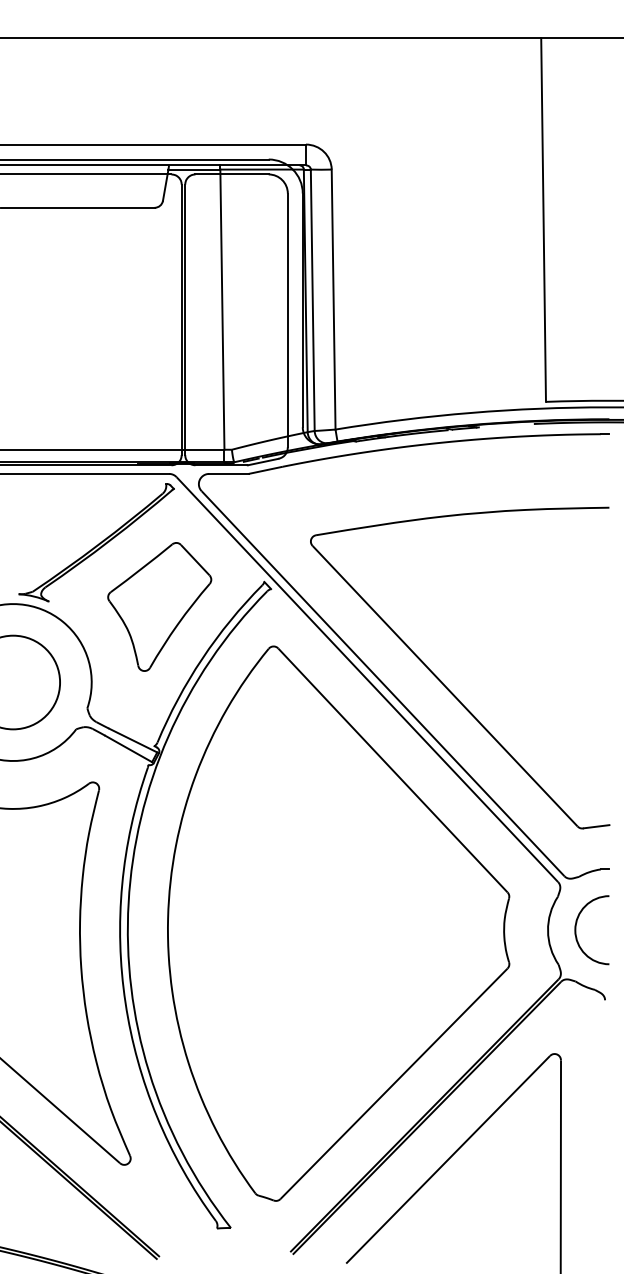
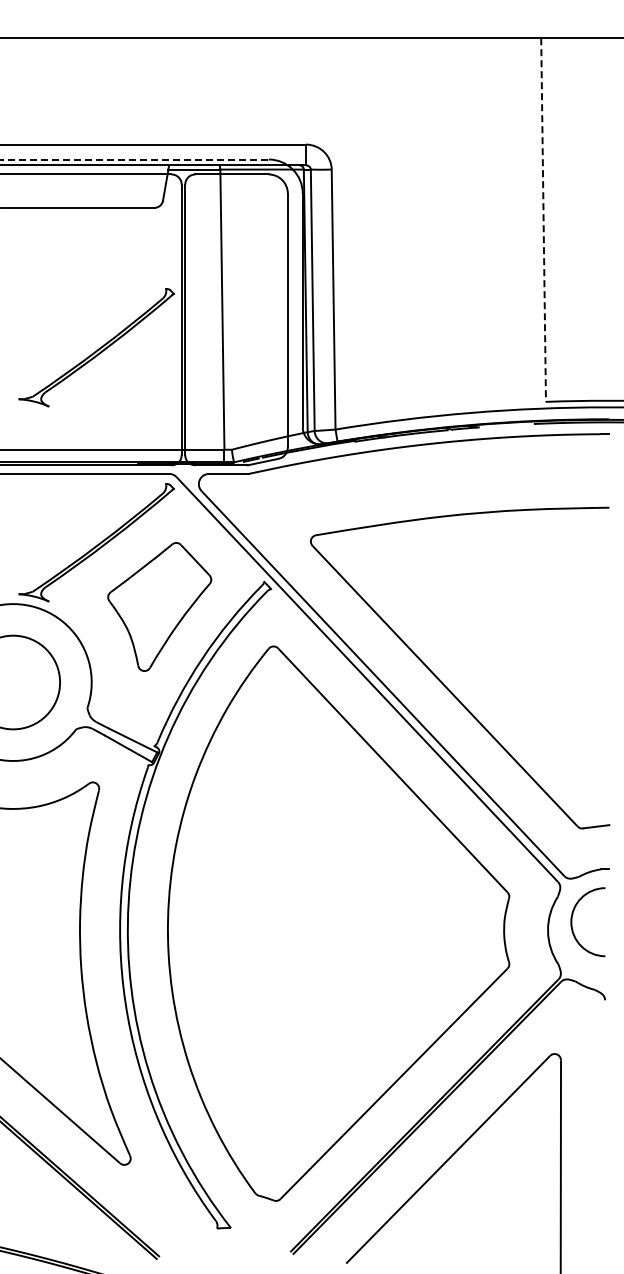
line at (134, 159): solid -> dashed
line at (543, 220): solid -> dashed
part at (96, 347): none -> present
arc at (576, 930) position: (576, 930) -> (572, 922)
